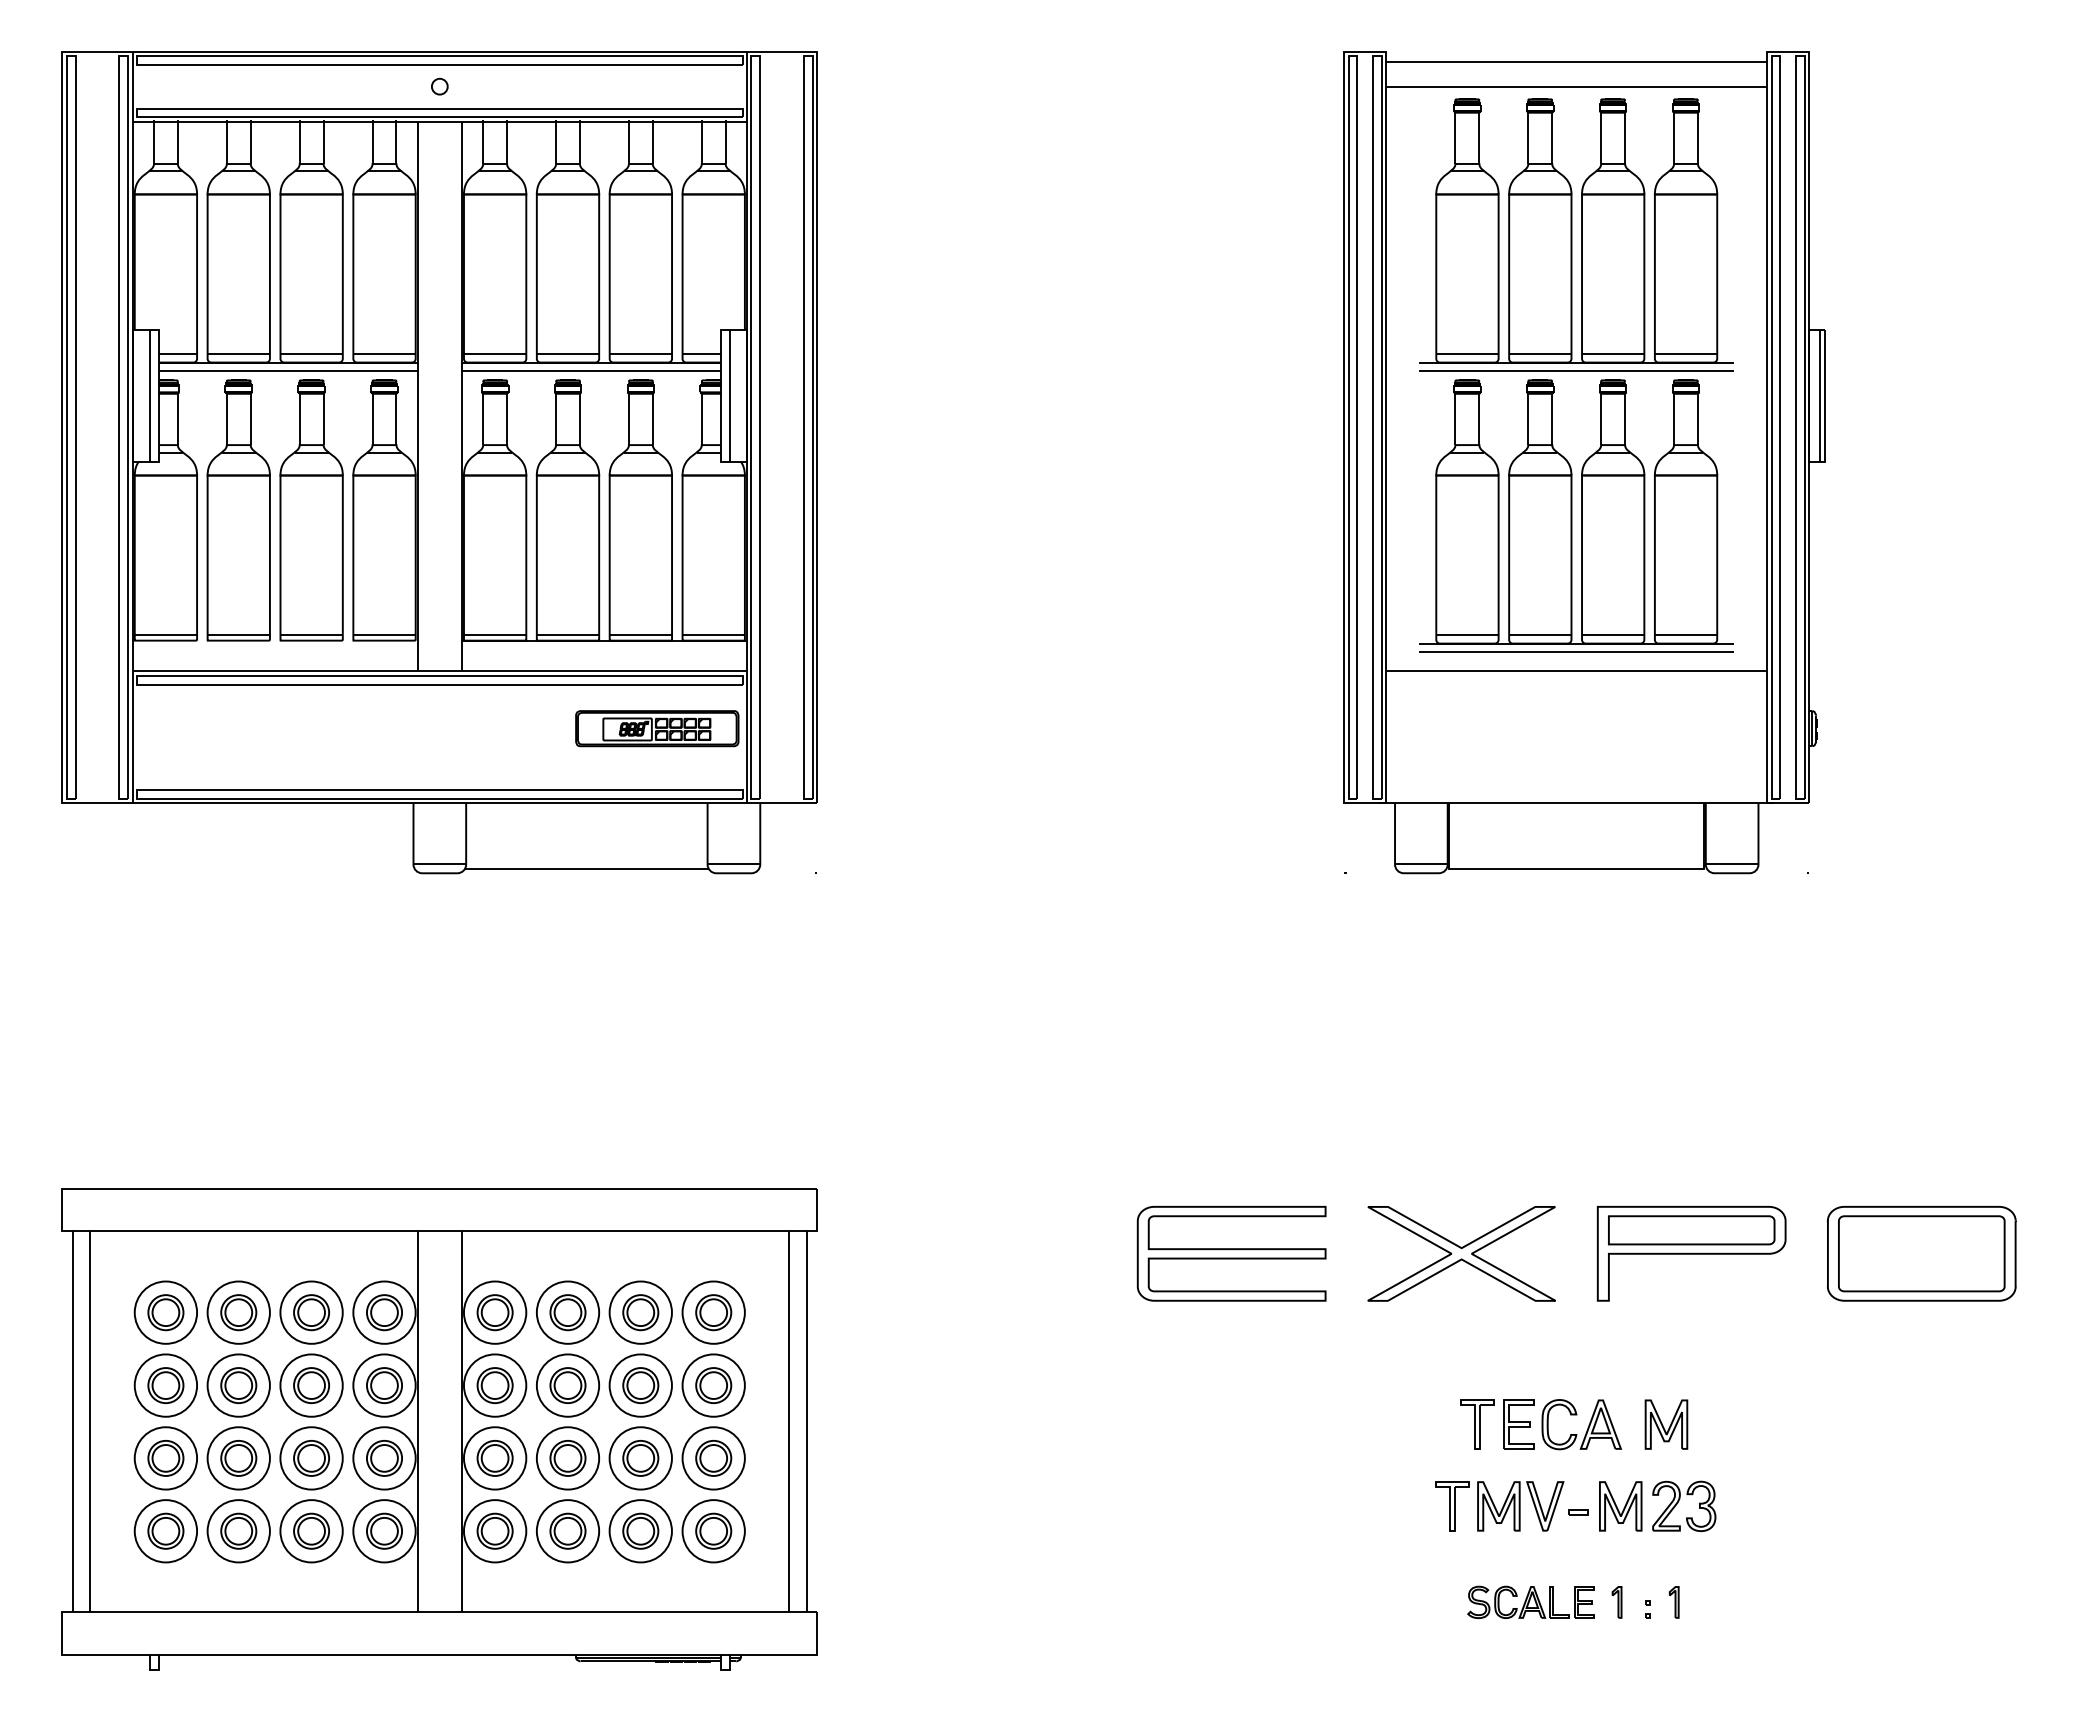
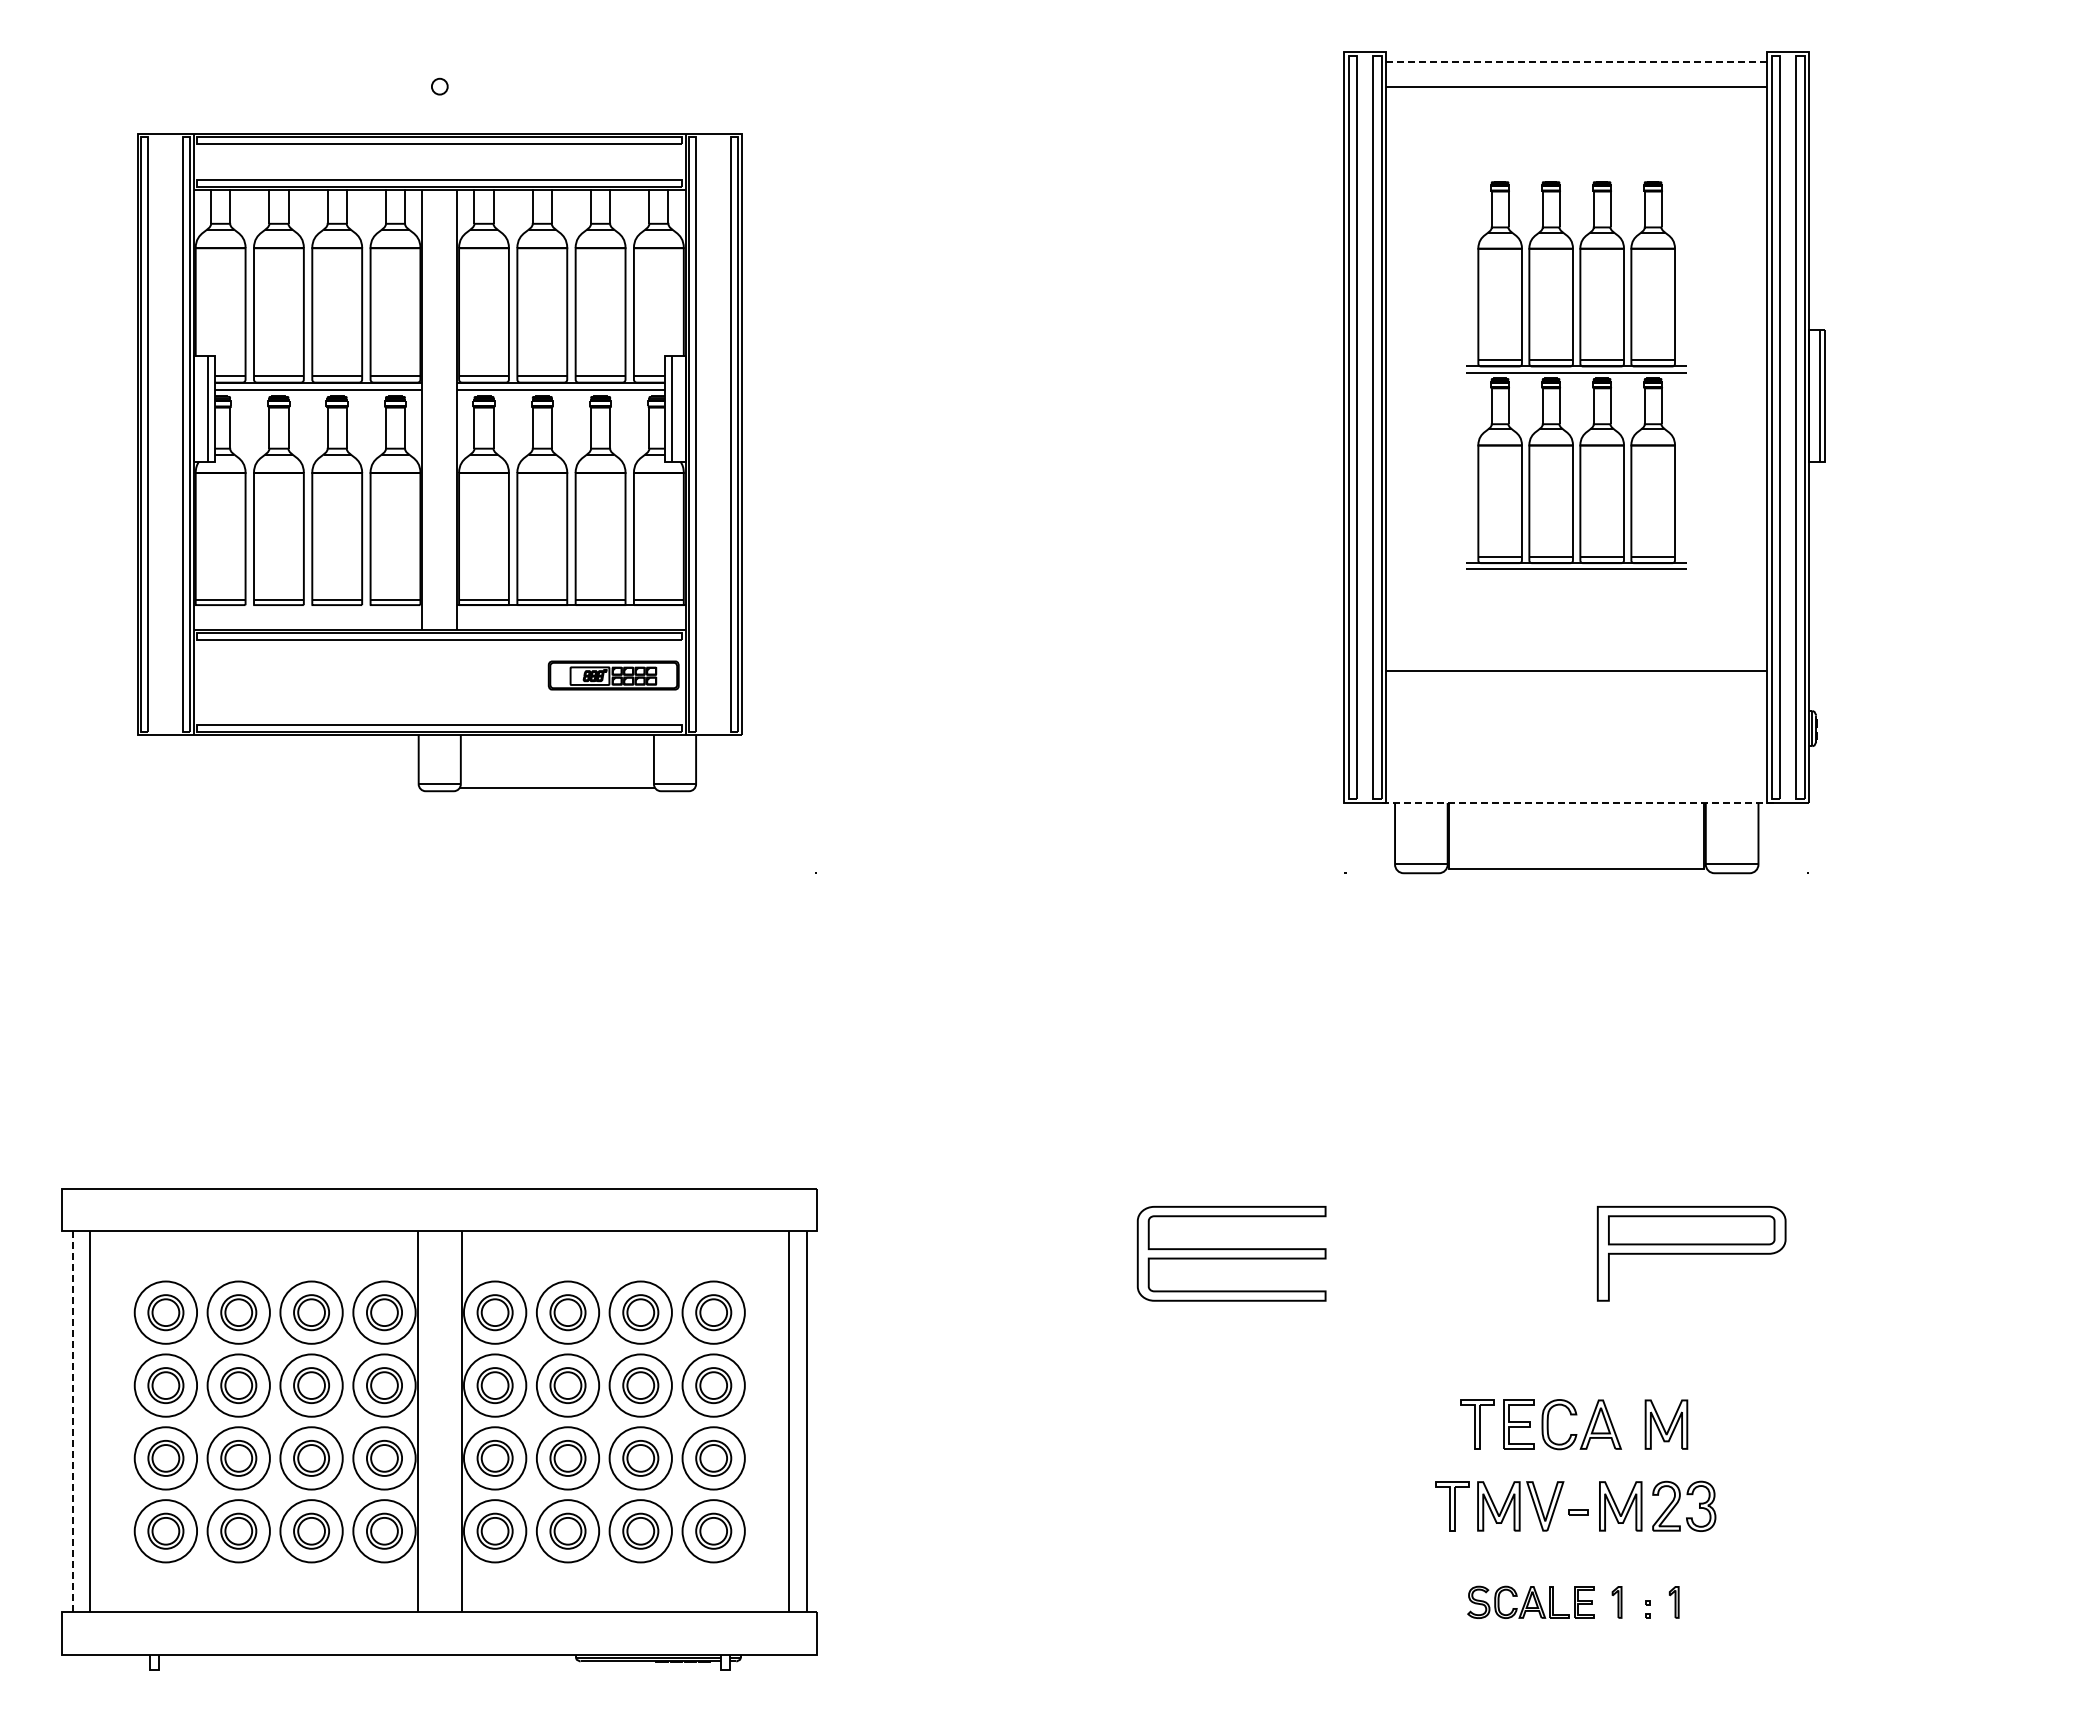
line at (1576, 62): solid -> dashed
part at (1576, 375) size: 315x555 px -> 221x389 px
part at (439, 462) size: 757x824 px -> 606x660 px
line at (1576, 803): solid -> dashed
part at (1461, 1253): present -> none
part at (1921, 1253): present -> none
line at (72, 1421): solid -> dashed
